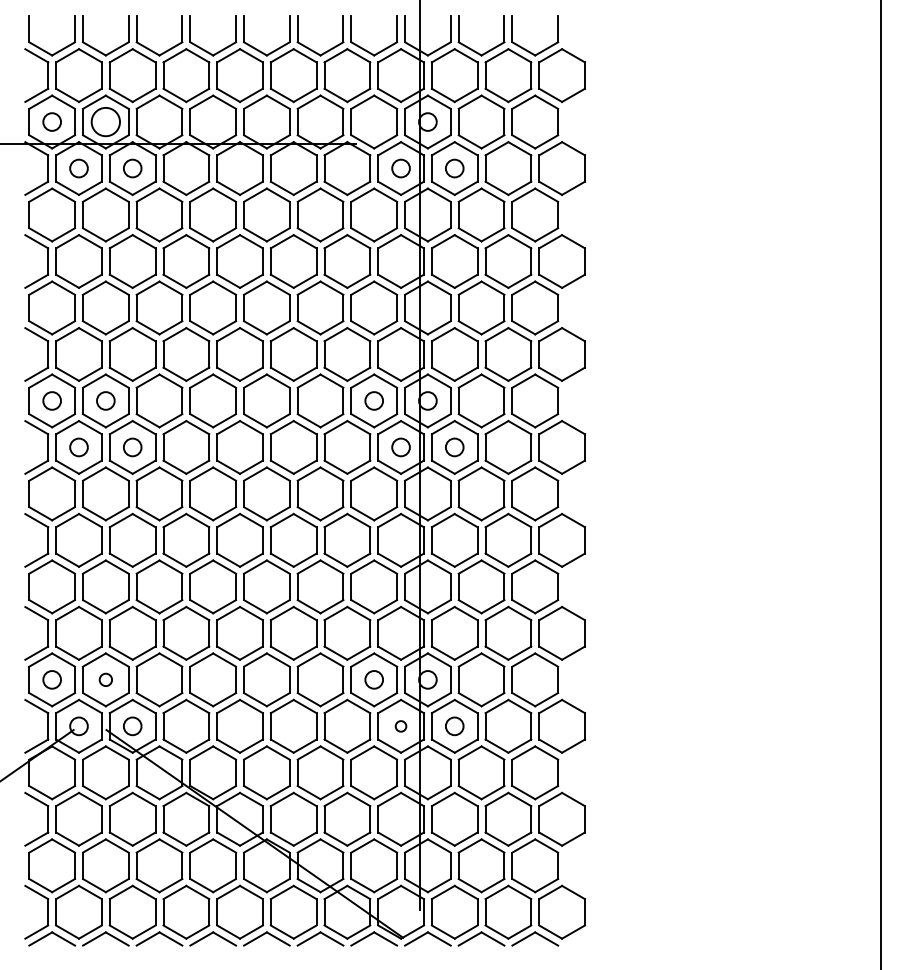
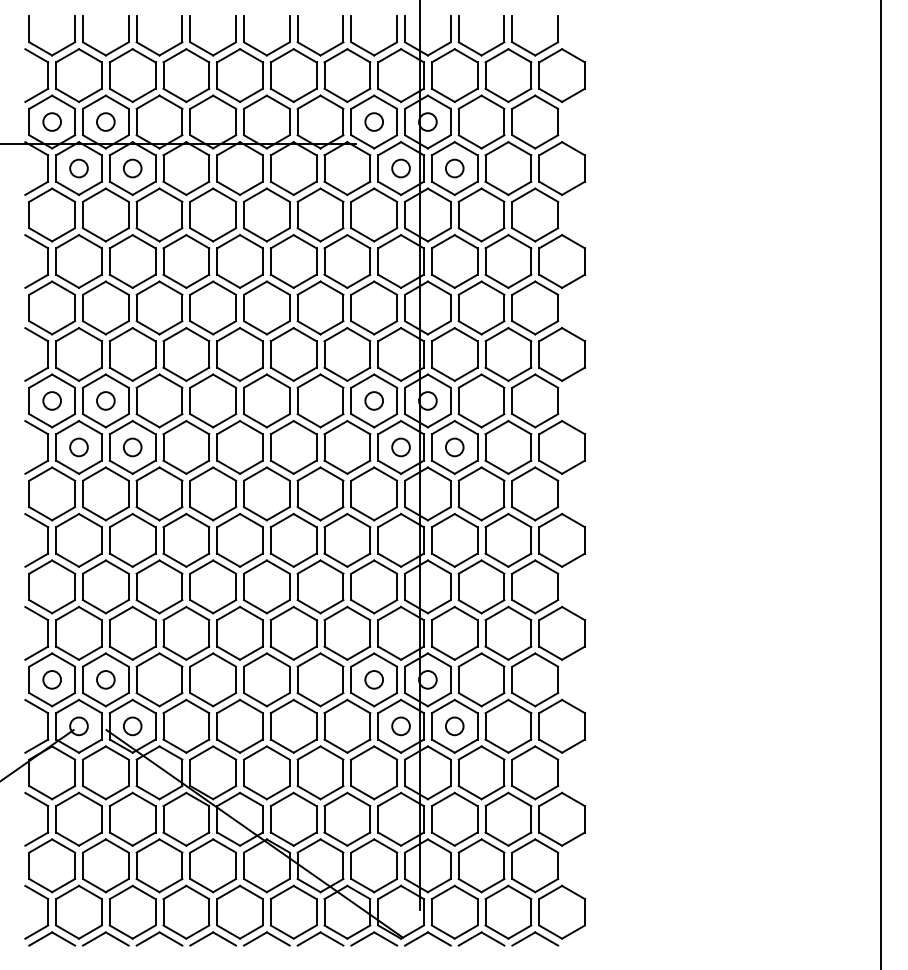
circle at (105, 121) diameter: 28 px -> 18 px
circle at (373, 121): none -> present
circle at (105, 679) size: 15x15 px -> 20x20 px
circle at (400, 726) size: 14x13 px -> 20x21 px
